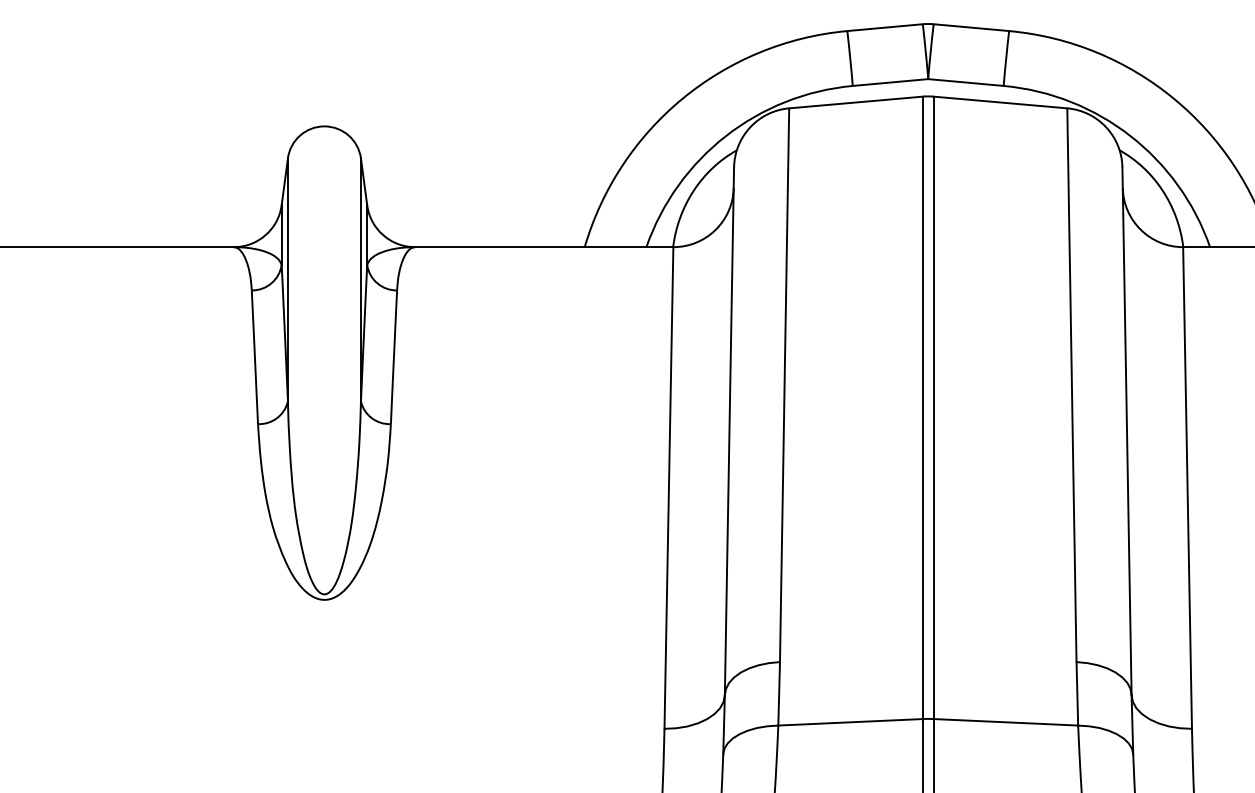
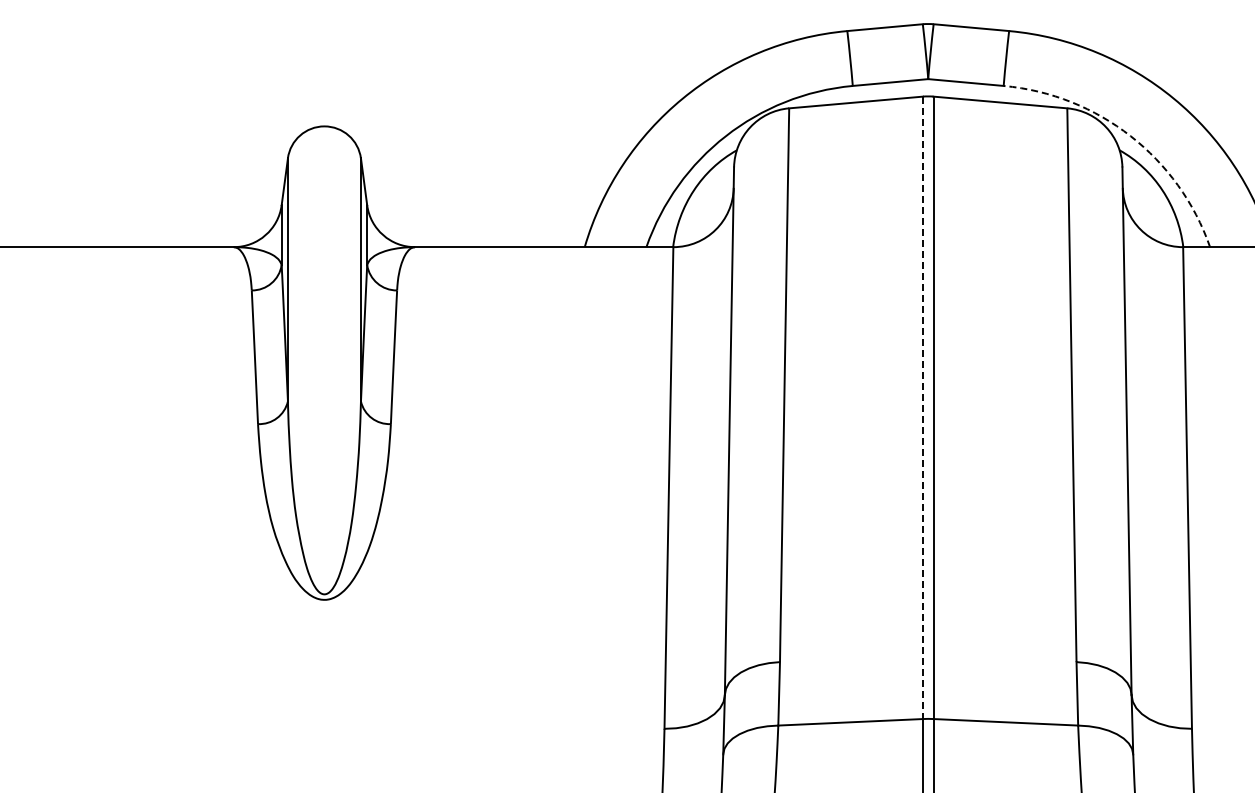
arc at (1130, 136): solid -> dashed
line at (922, 408): solid -> dashed
